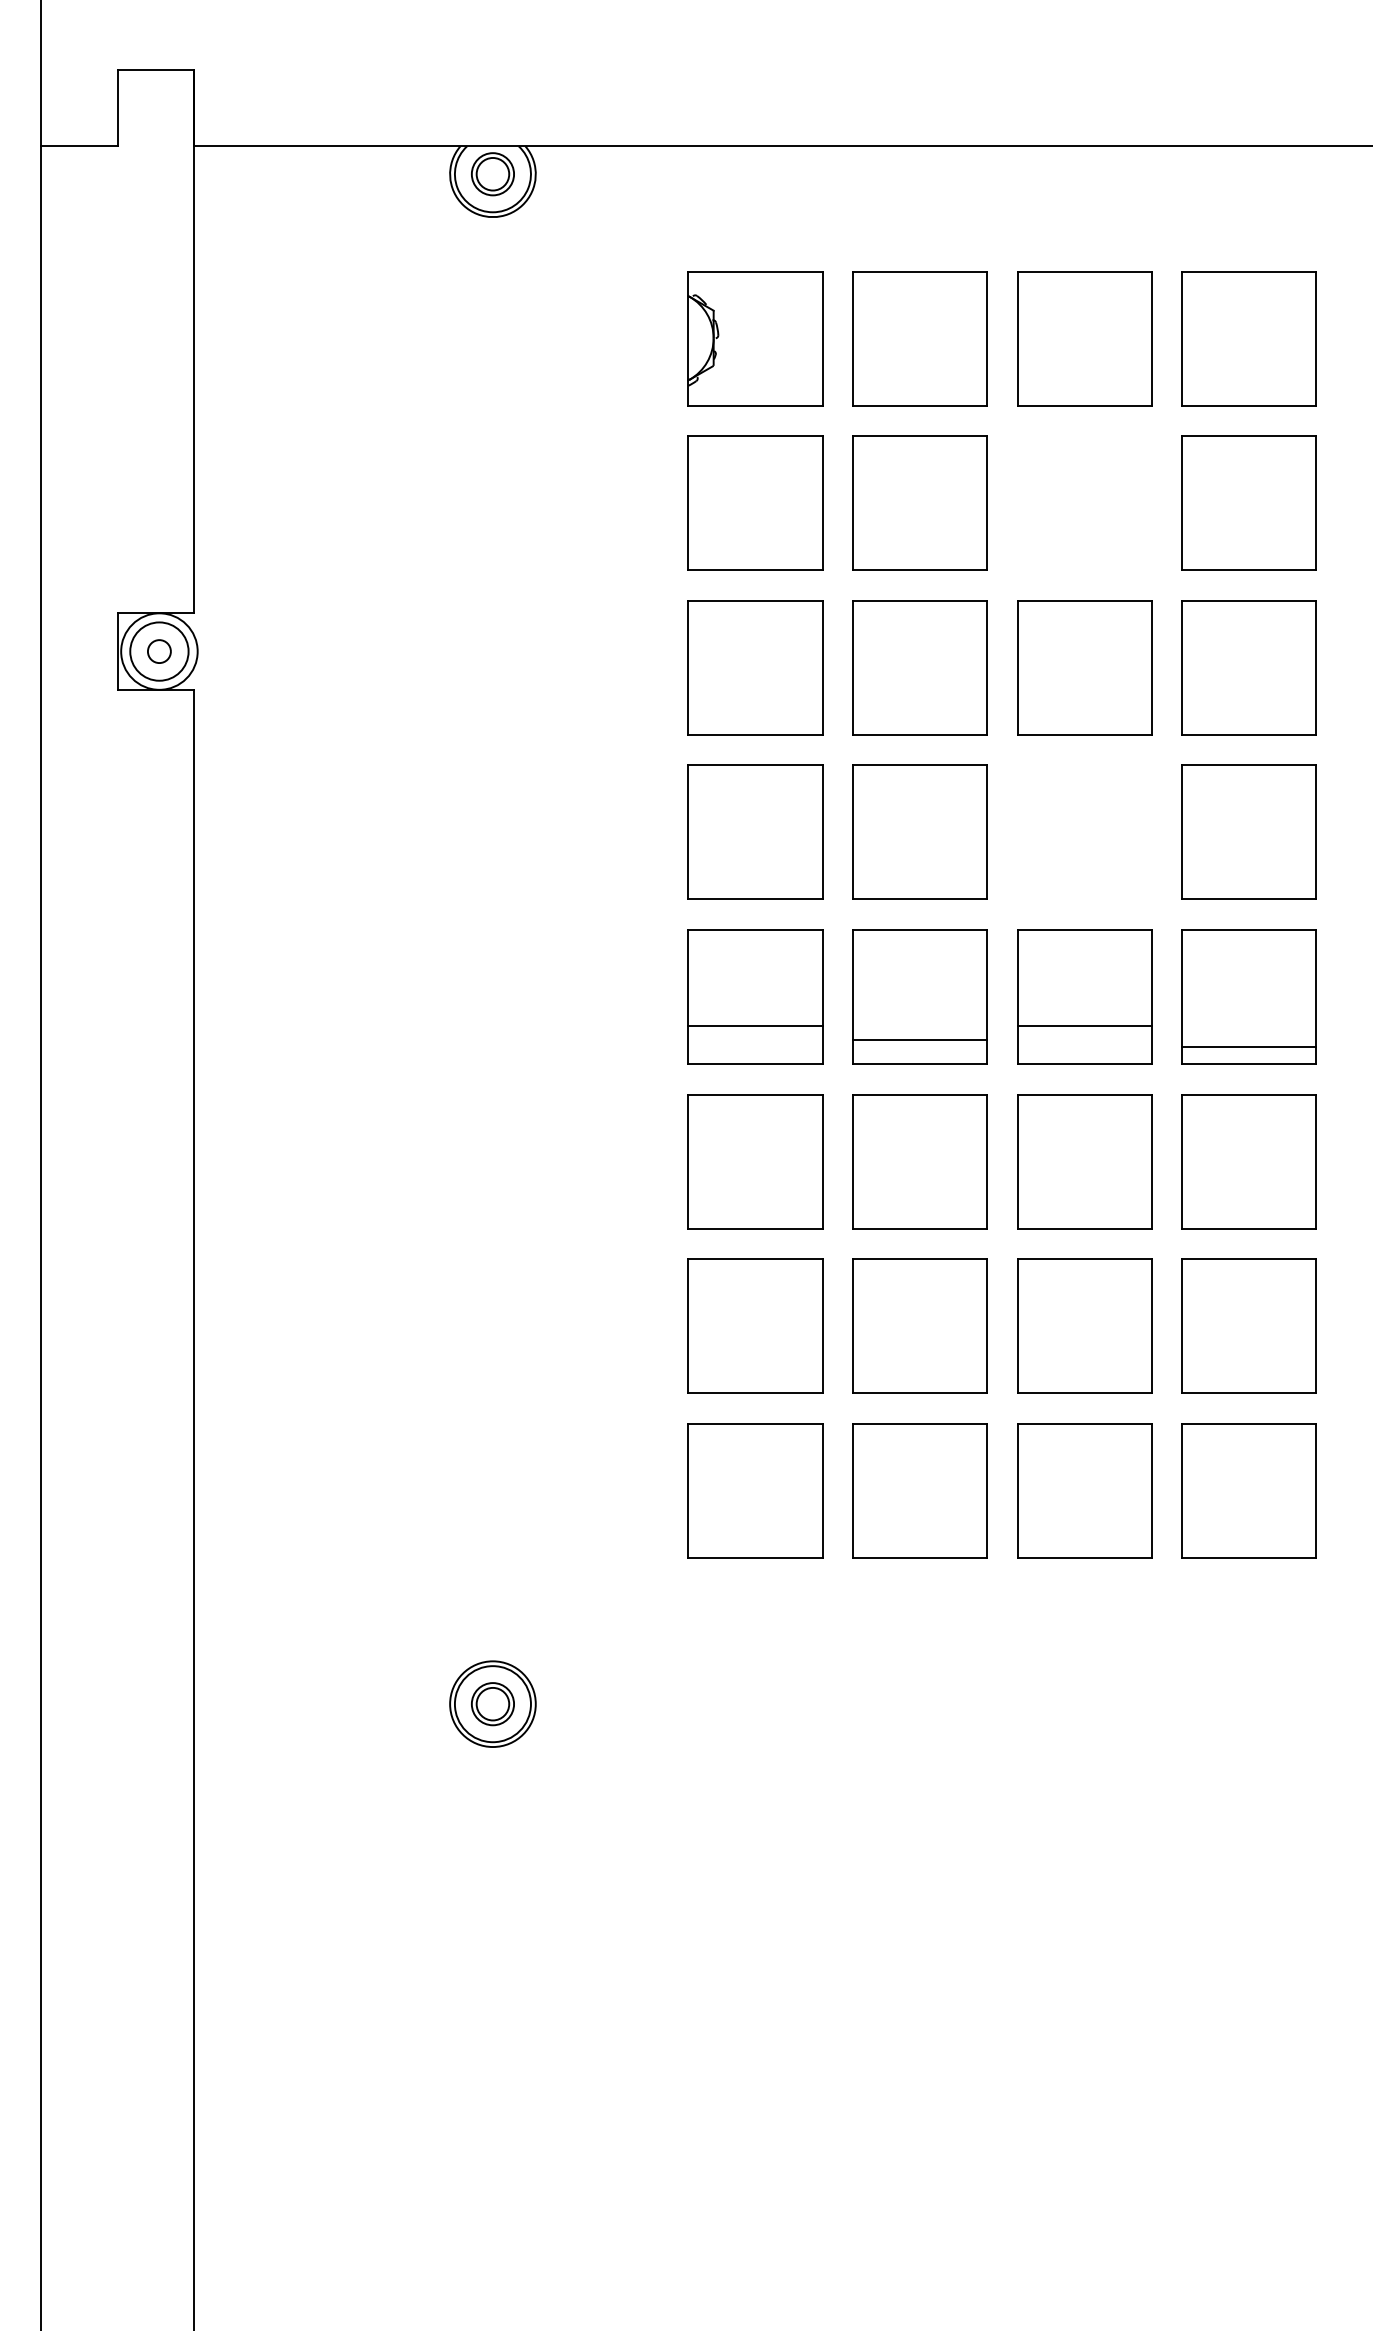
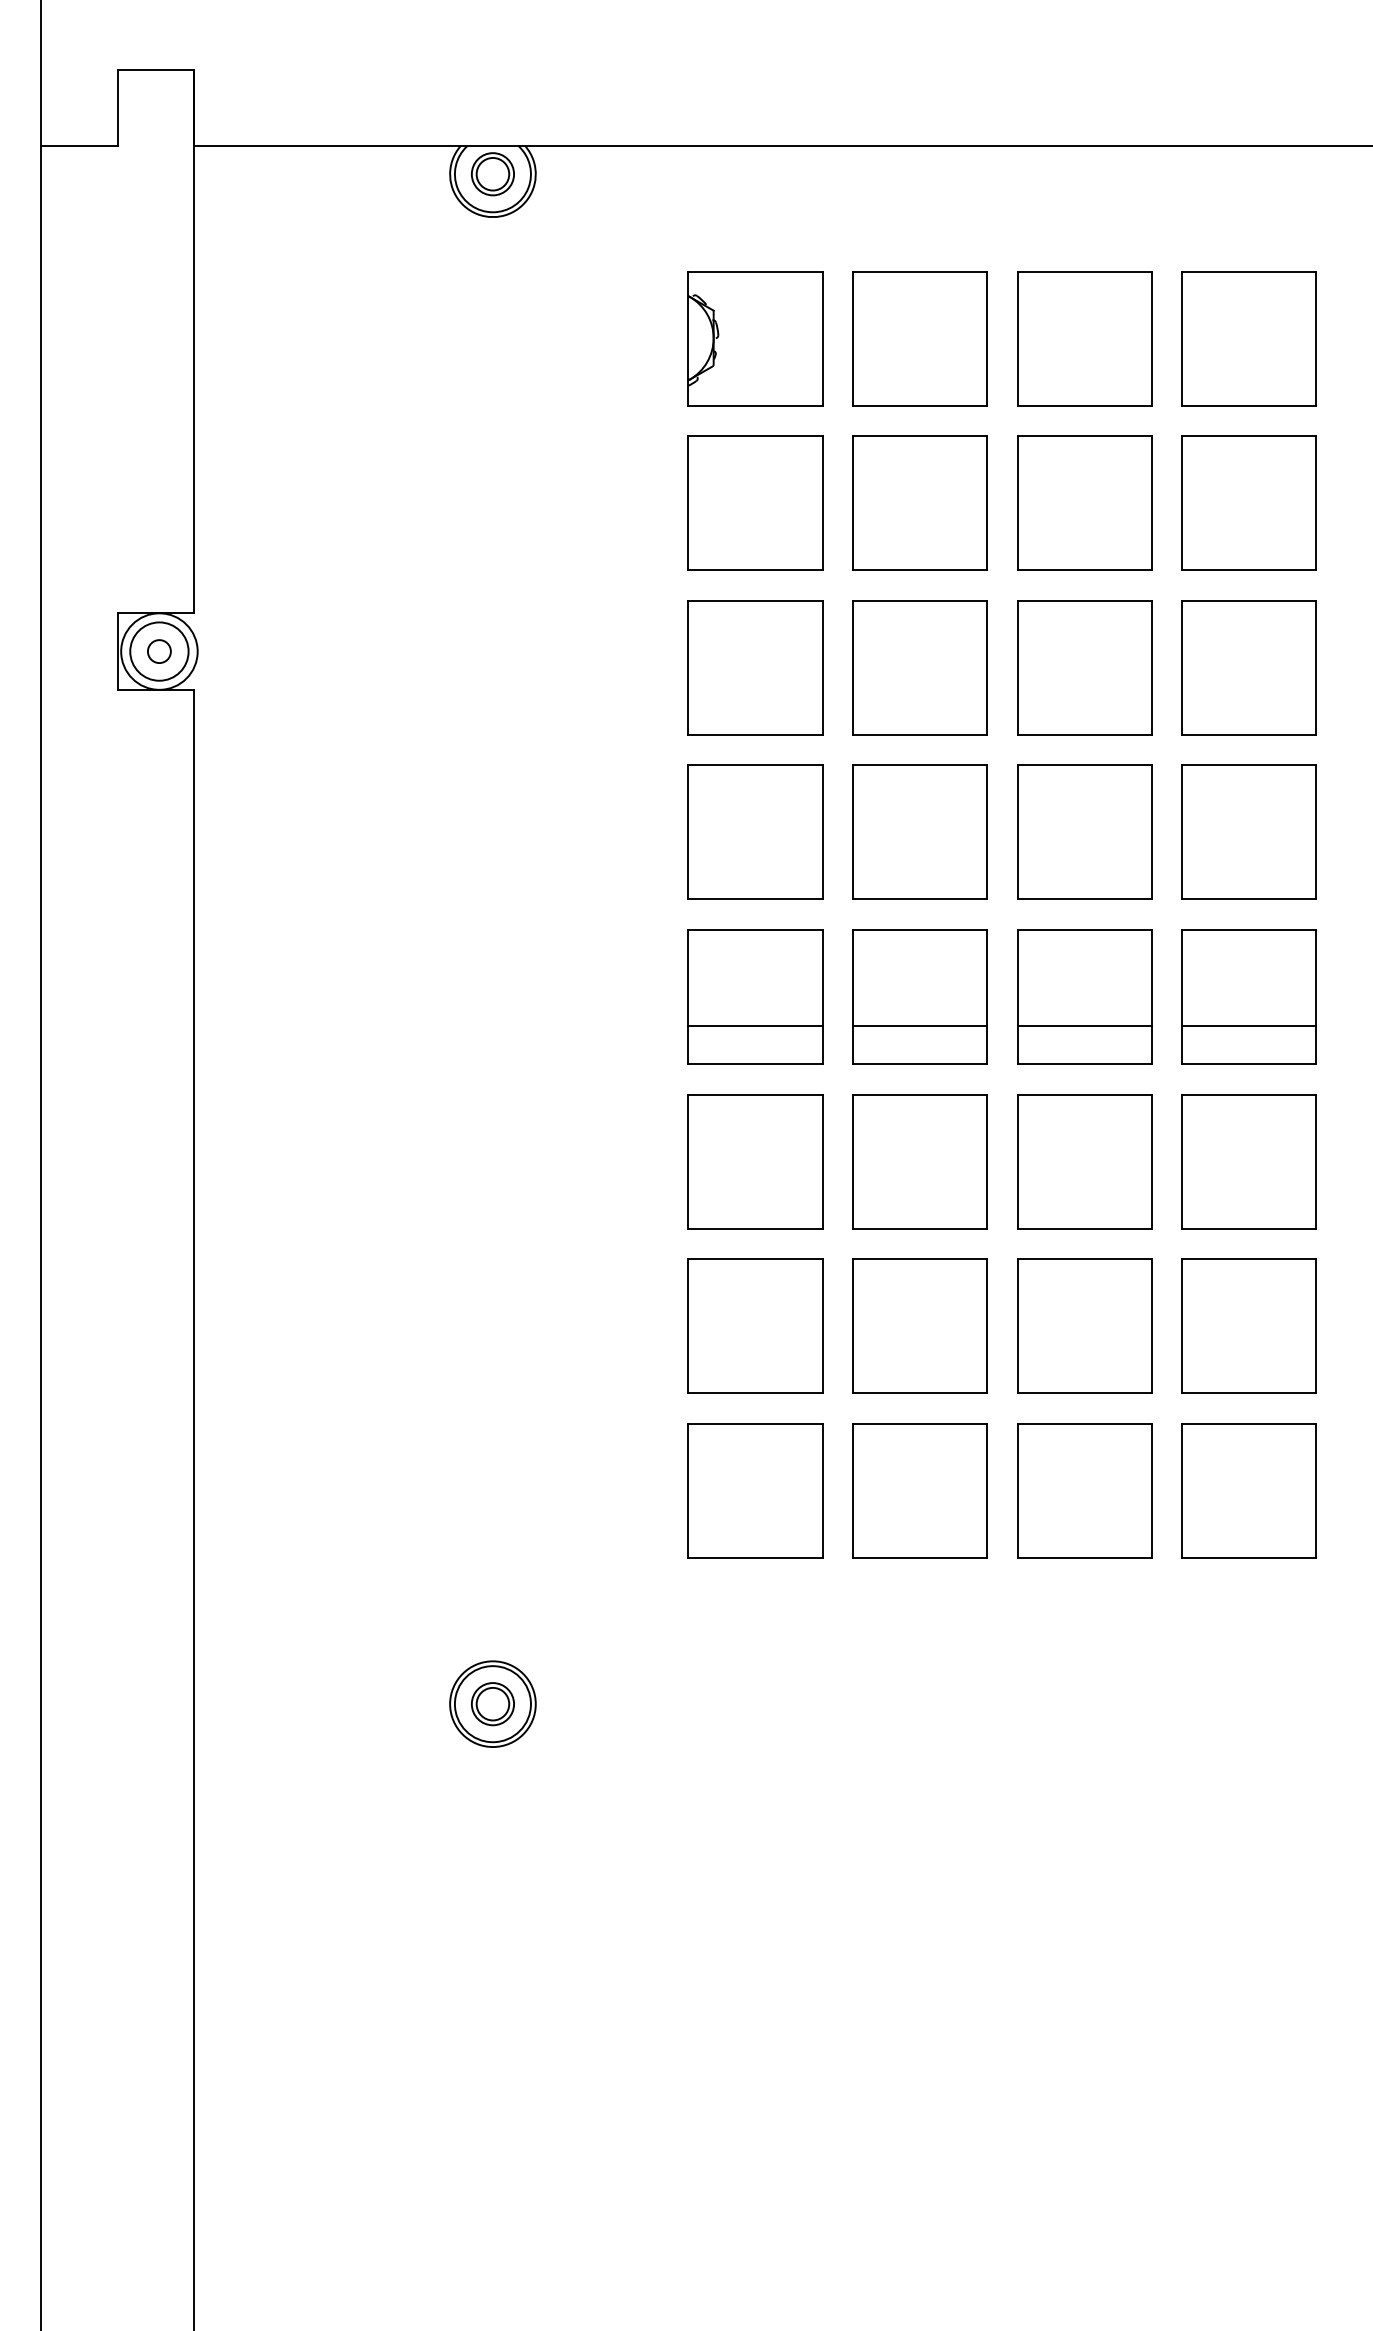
part at (1084, 502): none -> present
part at (1084, 831): none -> present
line at (920, 1039) position: (920, 1039) -> (920, 1025)
line at (1249, 1046) position: (1249, 1046) -> (1249, 1025)
